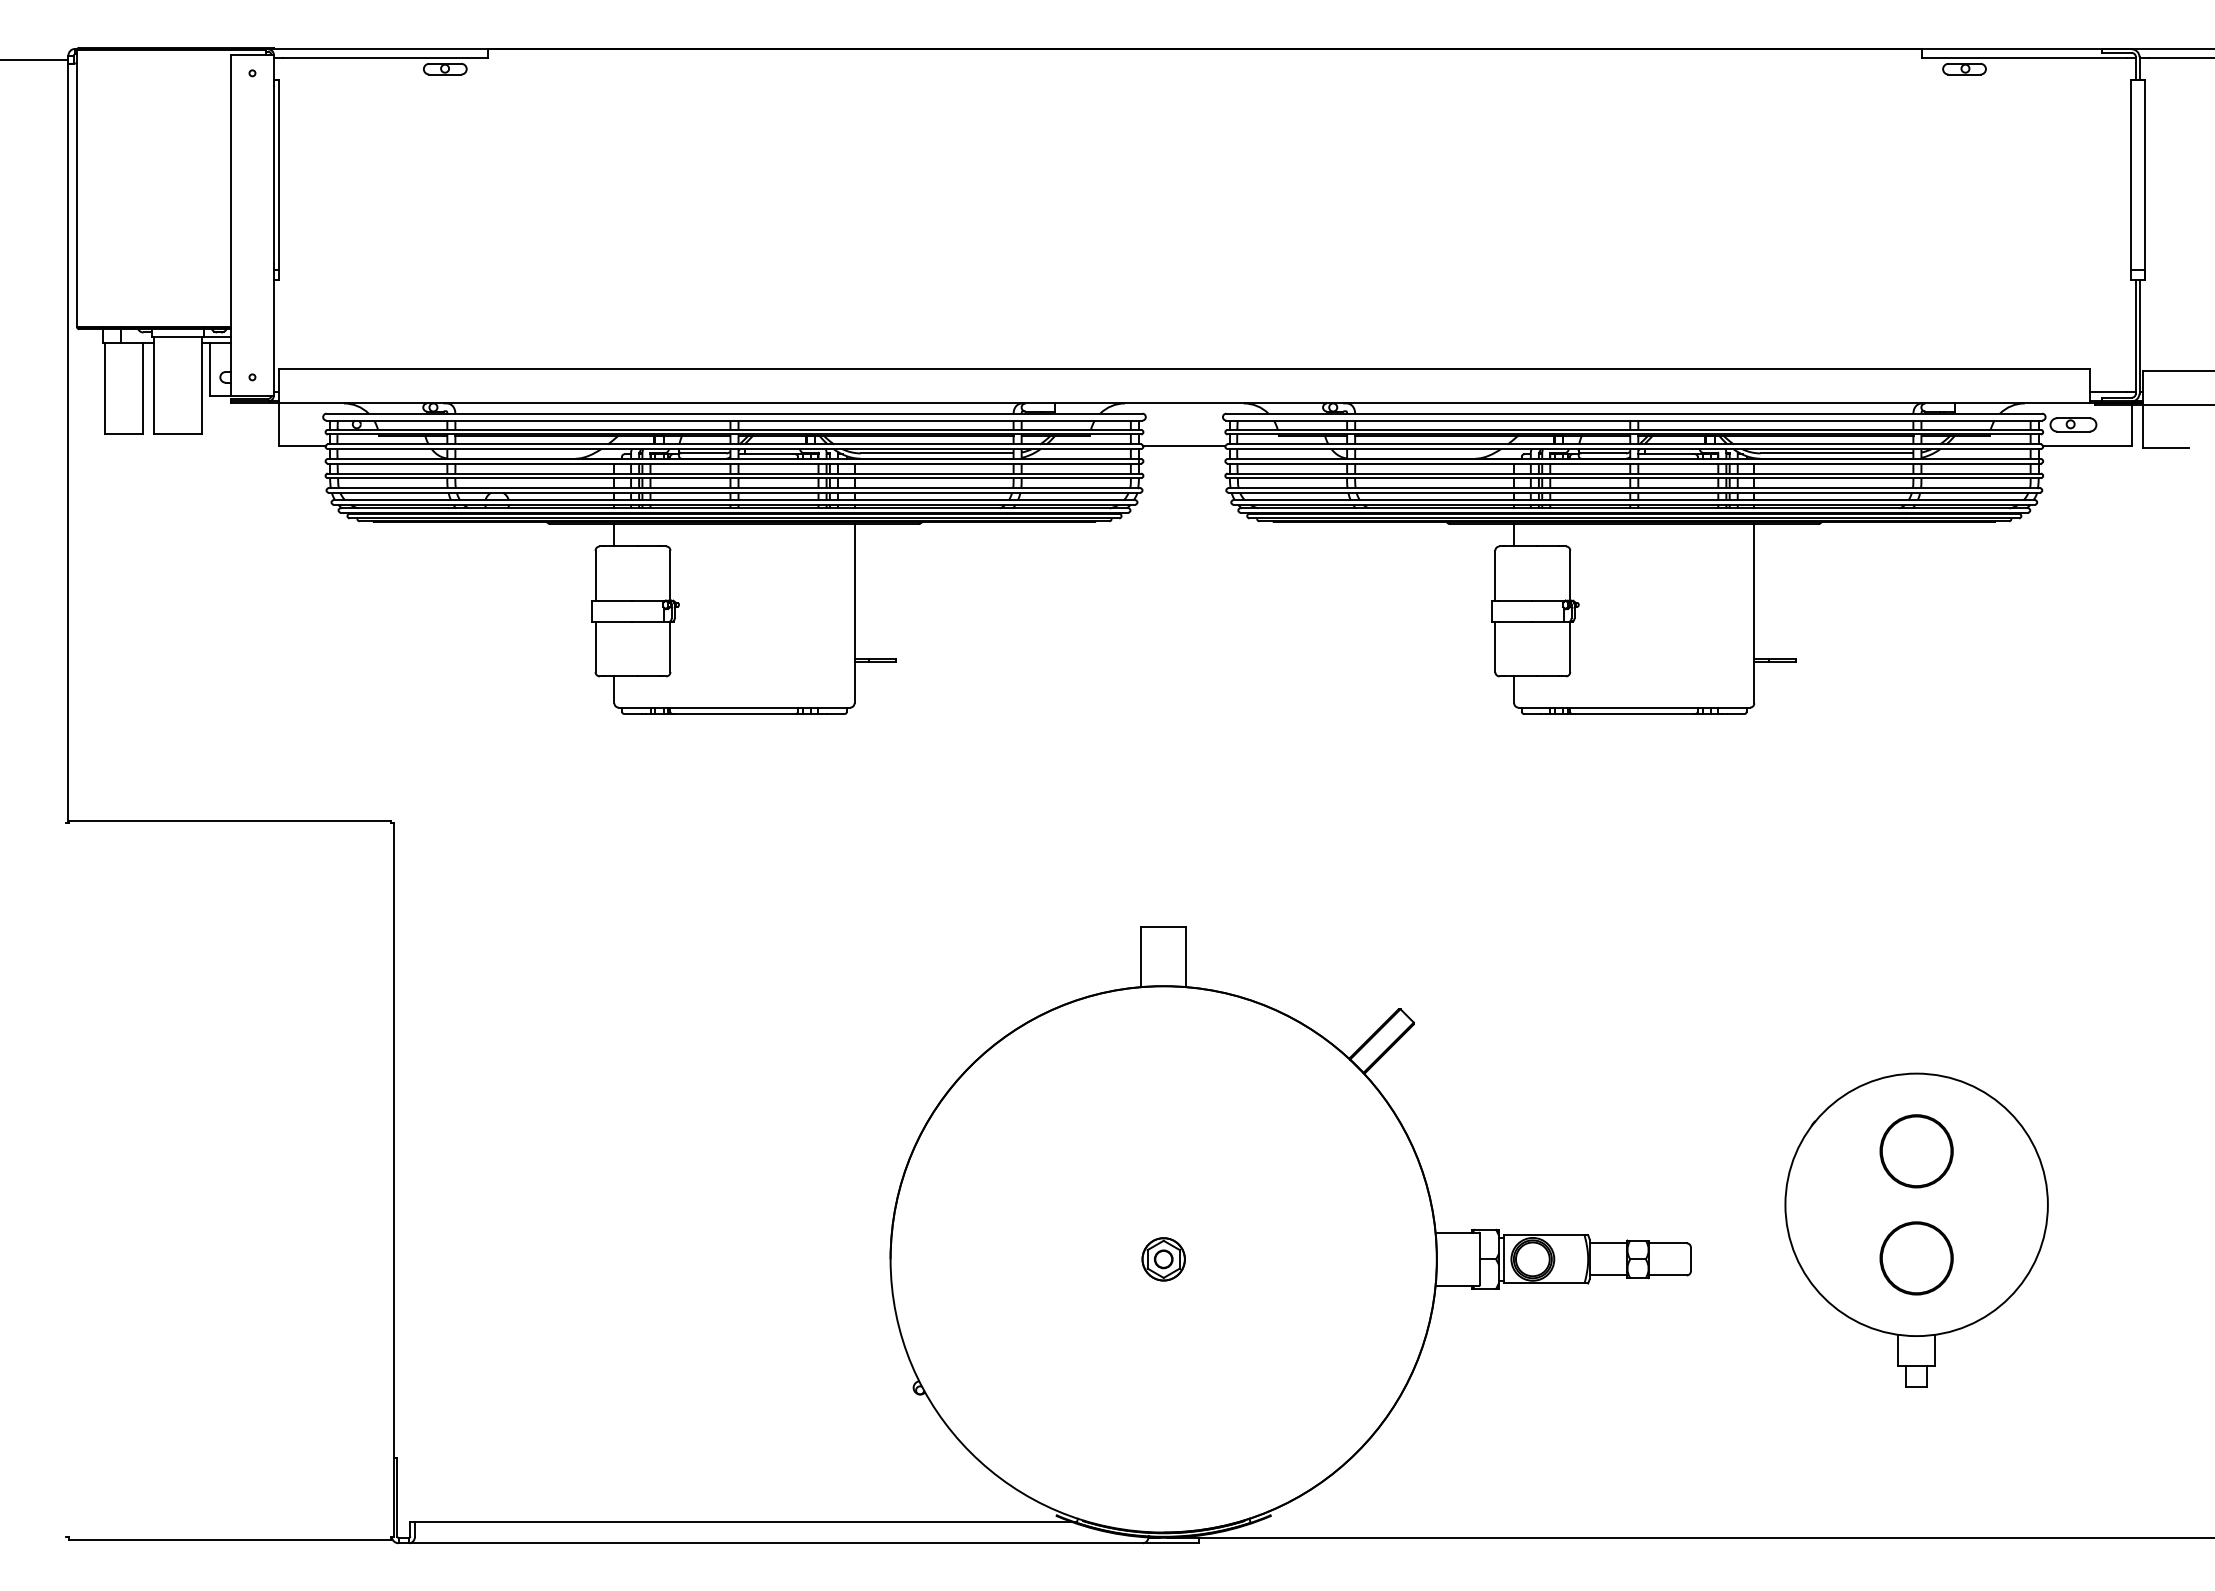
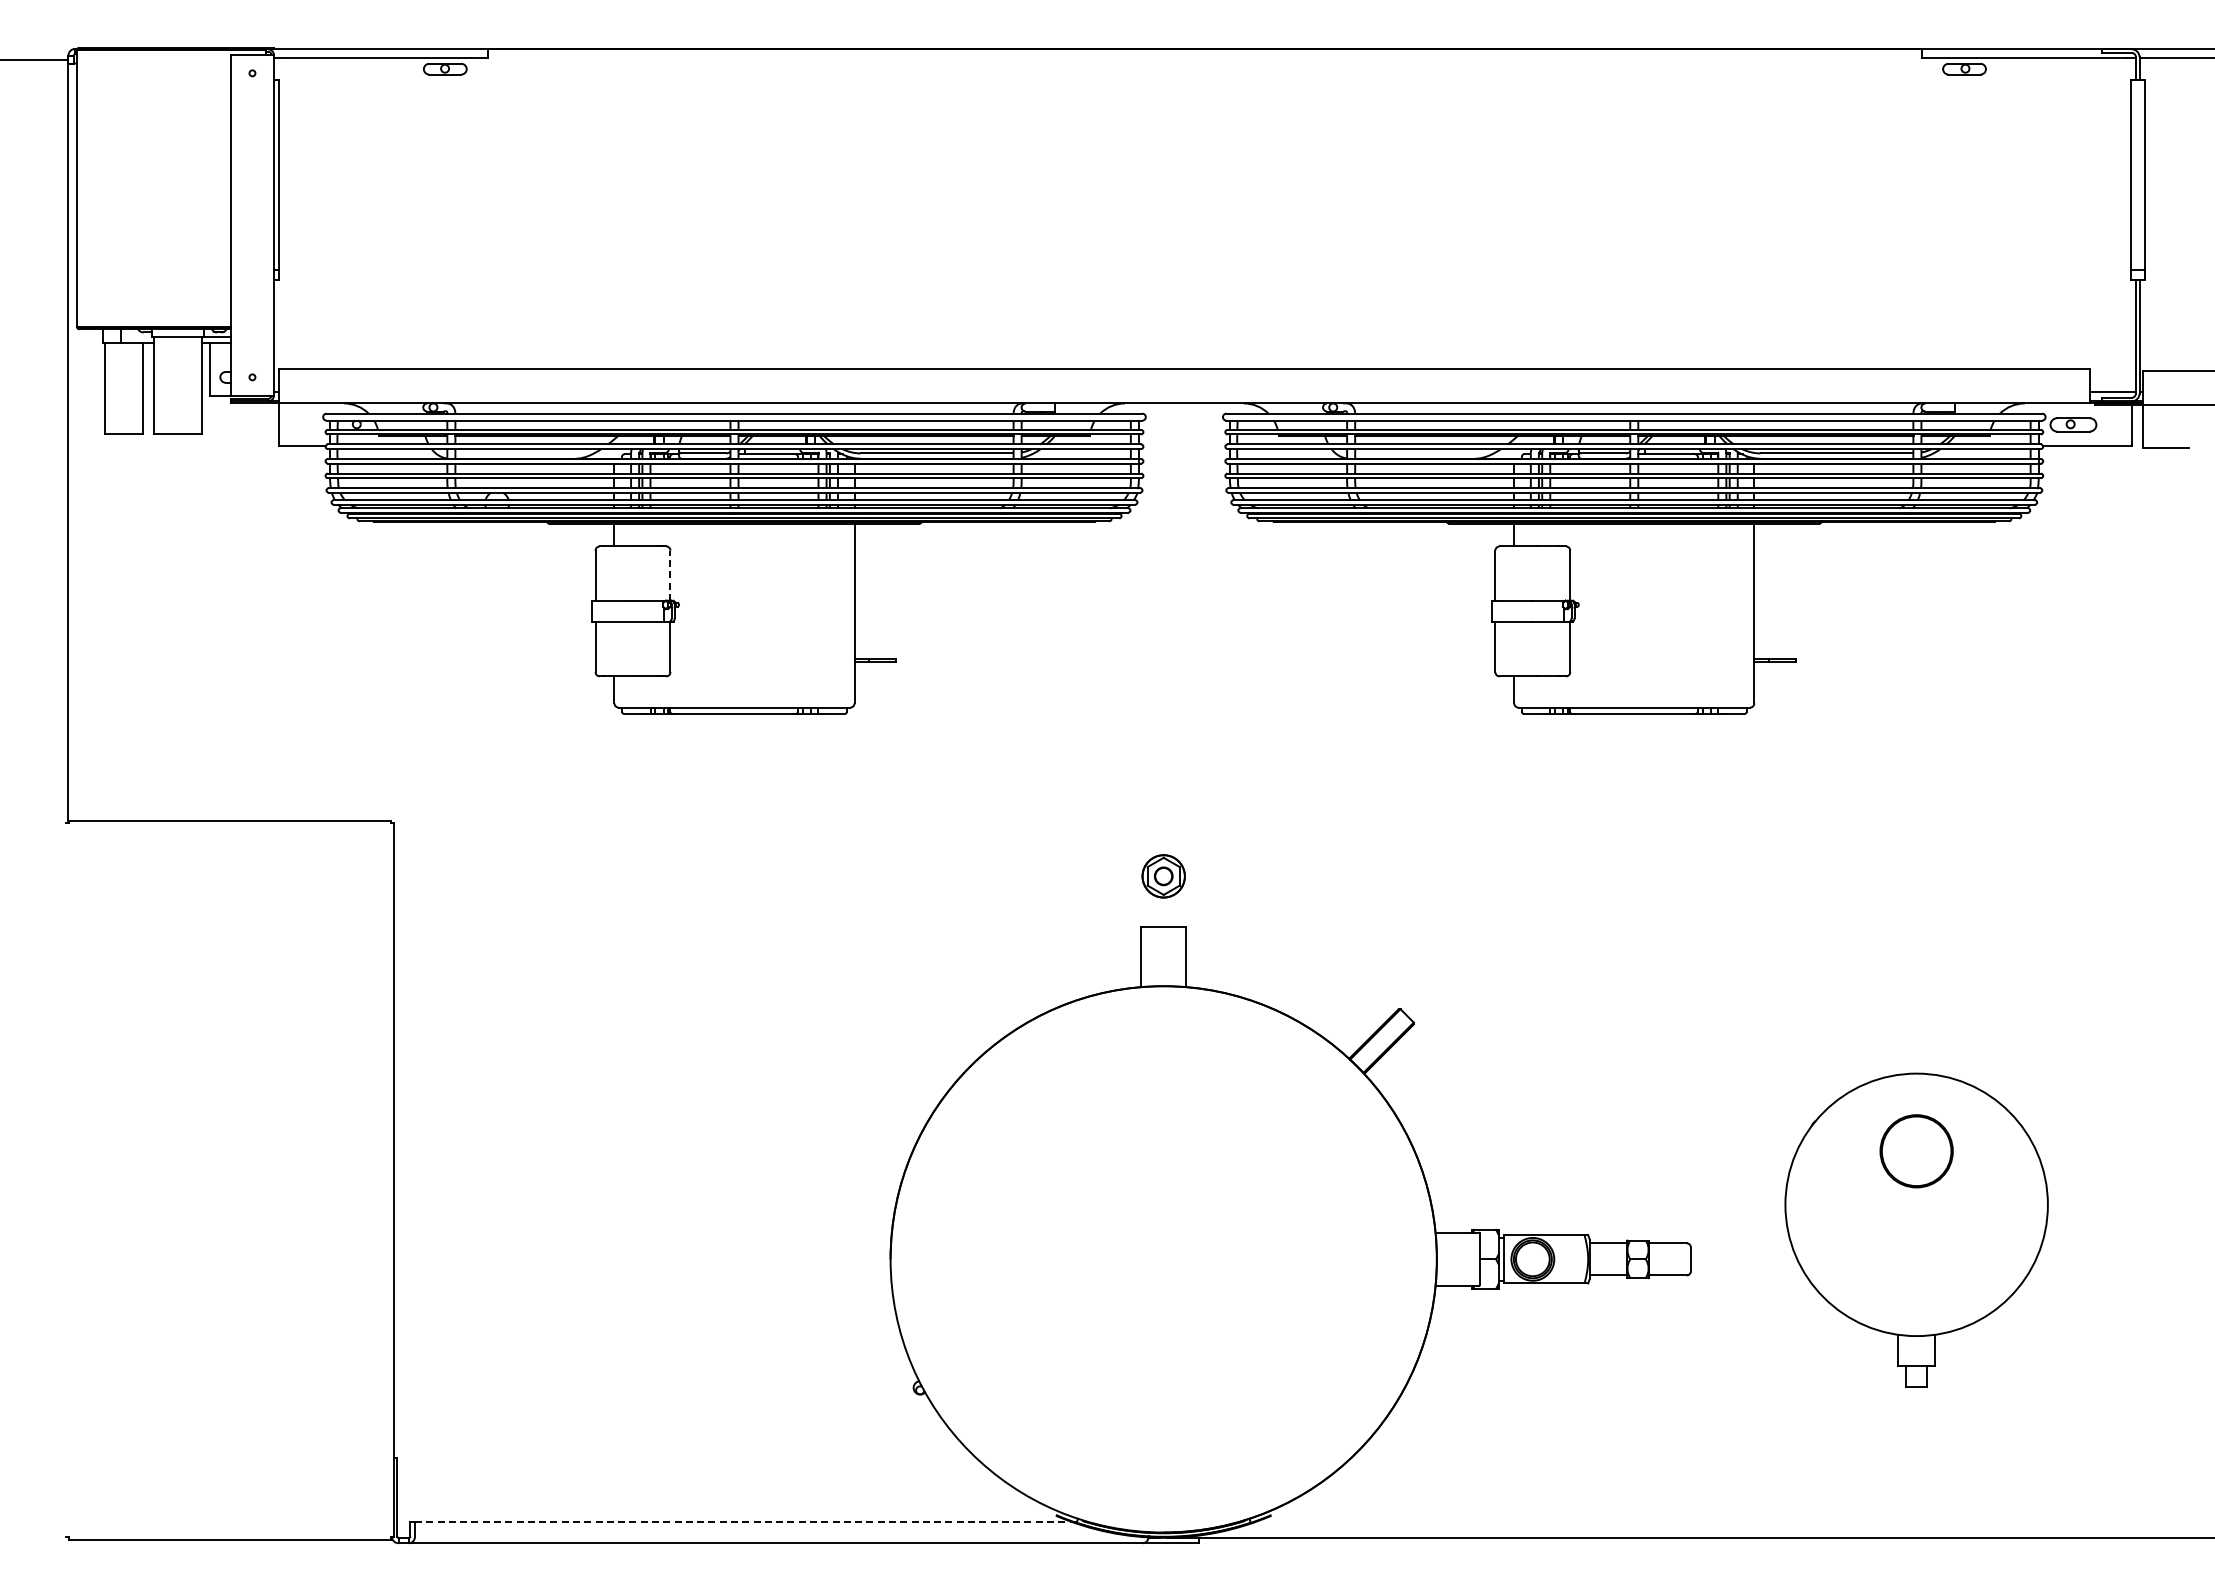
line at (1184, 446): present -> none
line at (670, 575): solid -> dashed
circle at (1916, 1258): present -> none
part at (1163, 1259) position: (1163, 1259) -> (1163, 876)
line at (743, 1521): solid -> dashed
